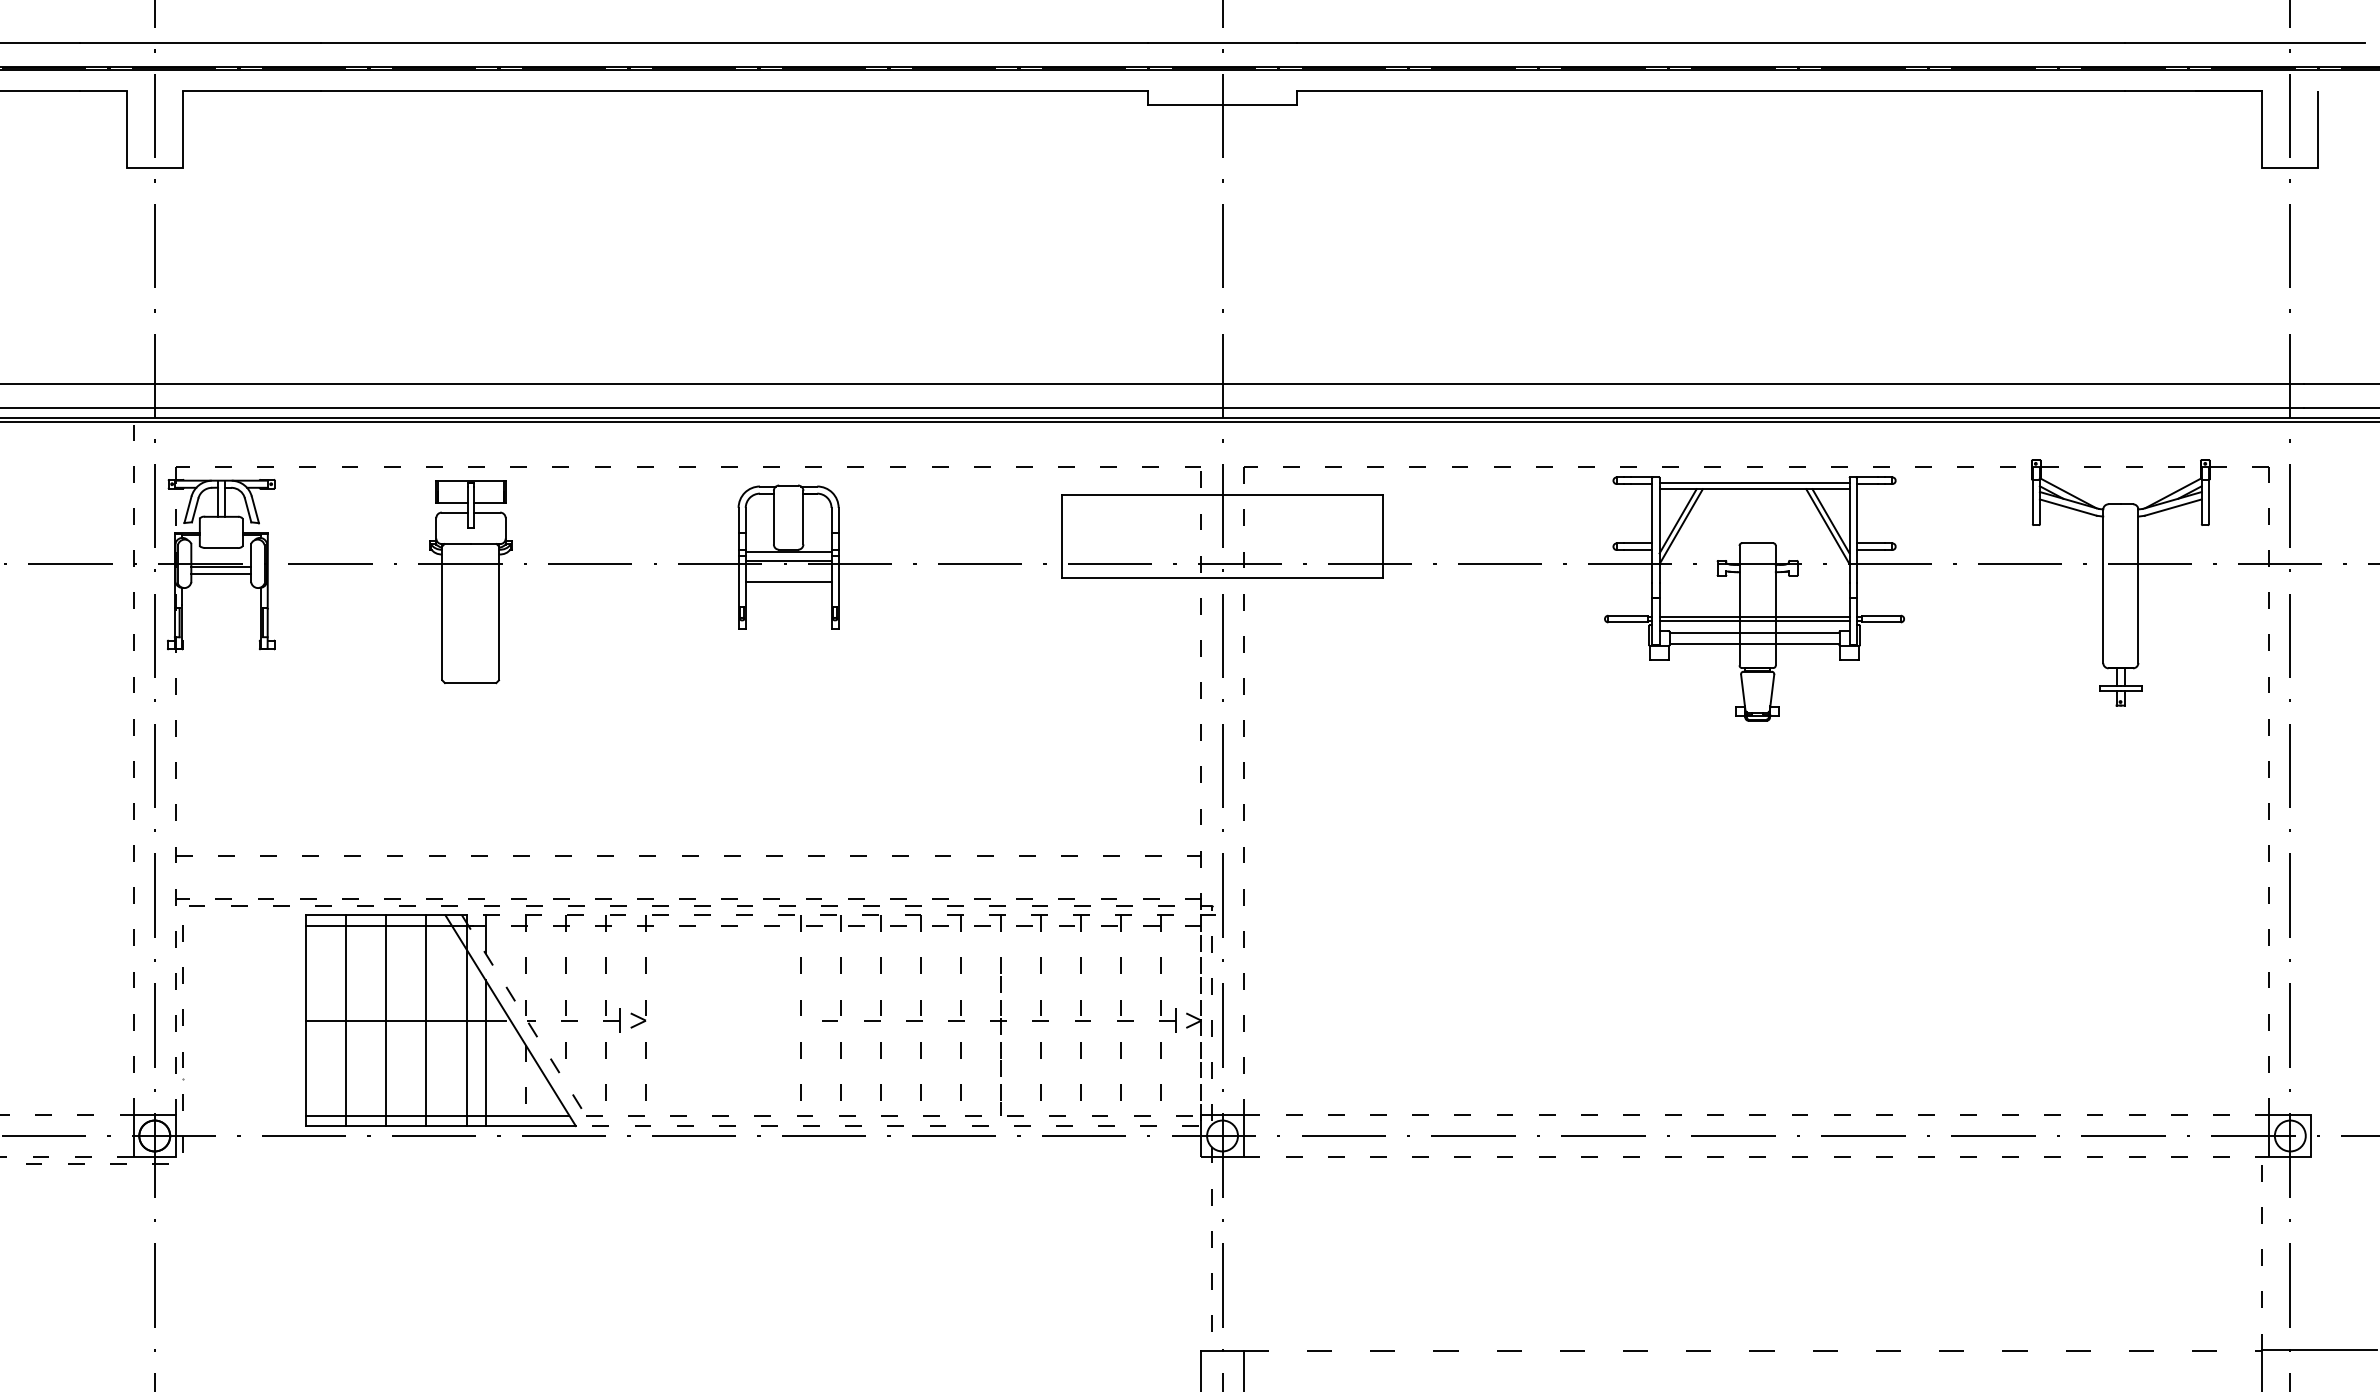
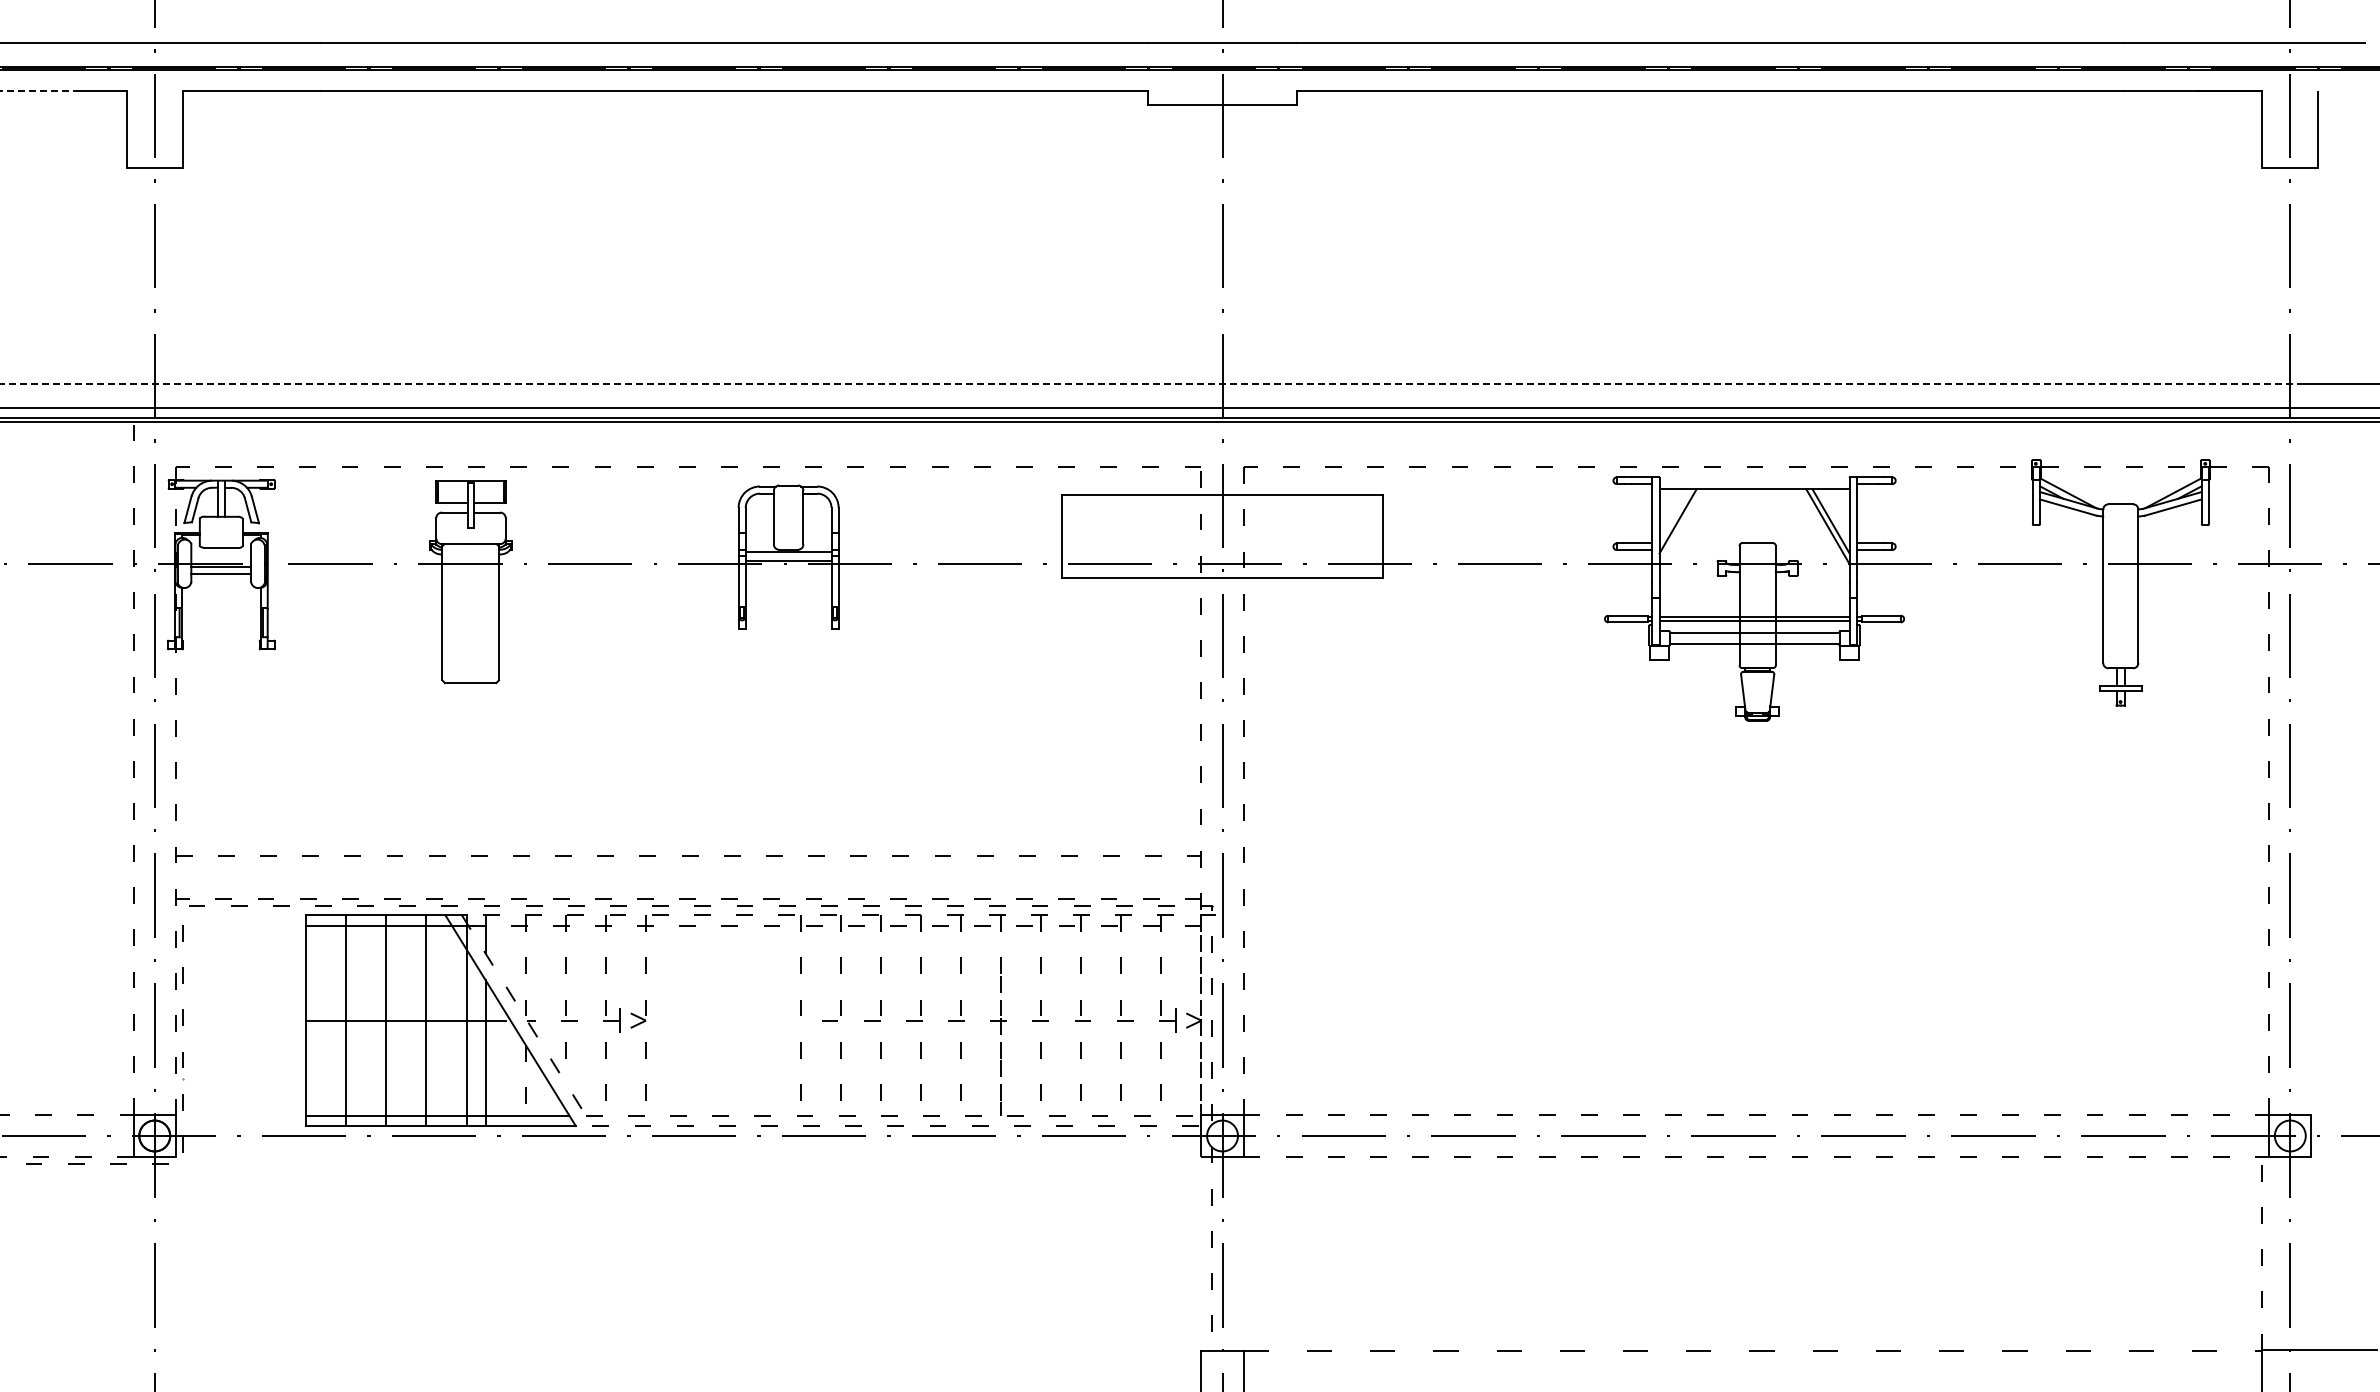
line at (40, 90): solid -> dashed
line at (1152, 384): solid -> dashed
line at (1754, 482): present -> none
line at (1680, 526): present -> none
line at (788, 582): present -> none
